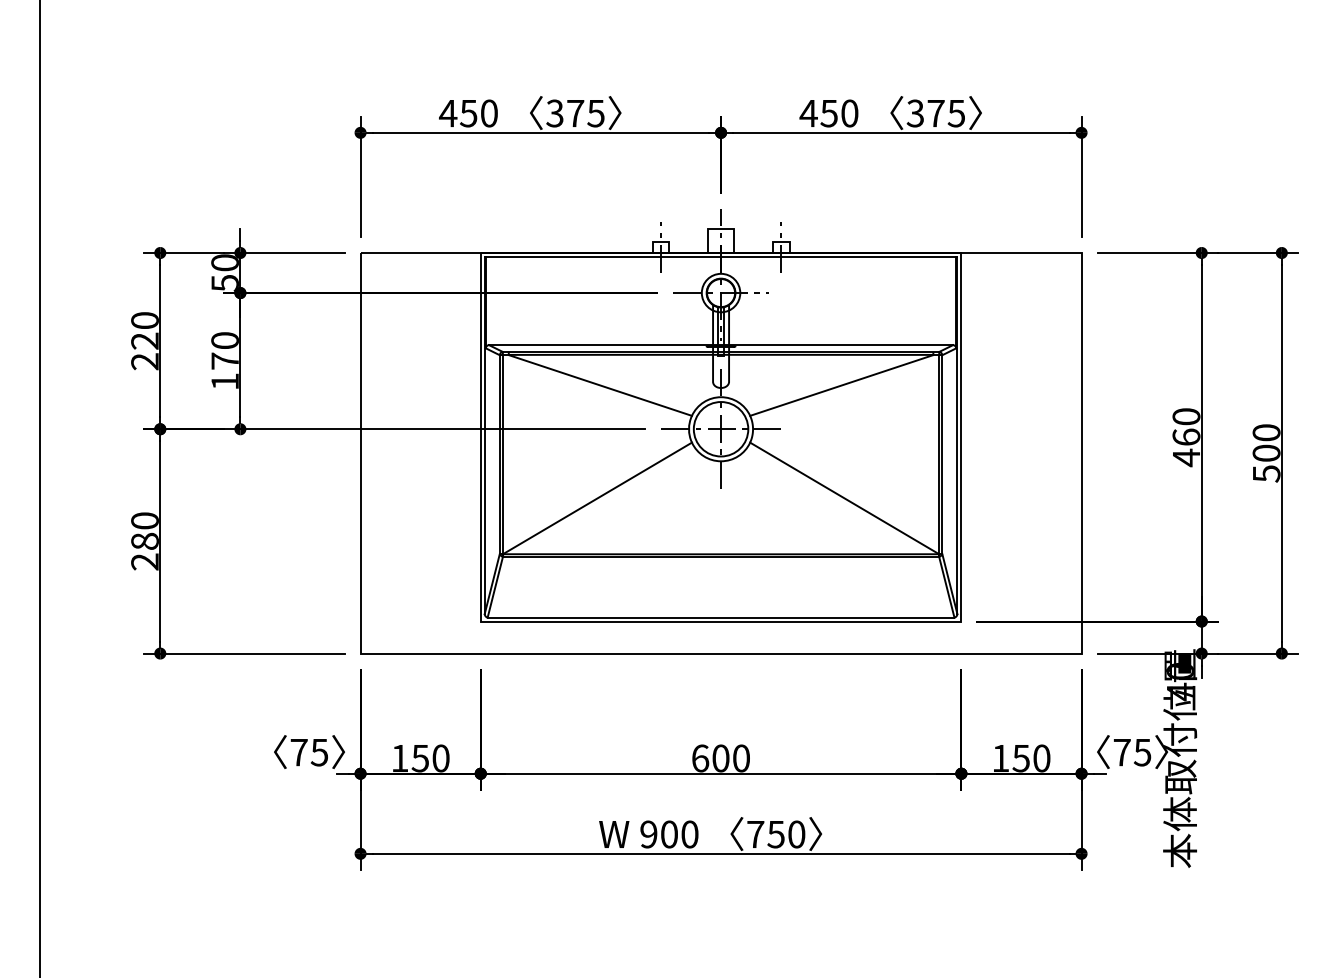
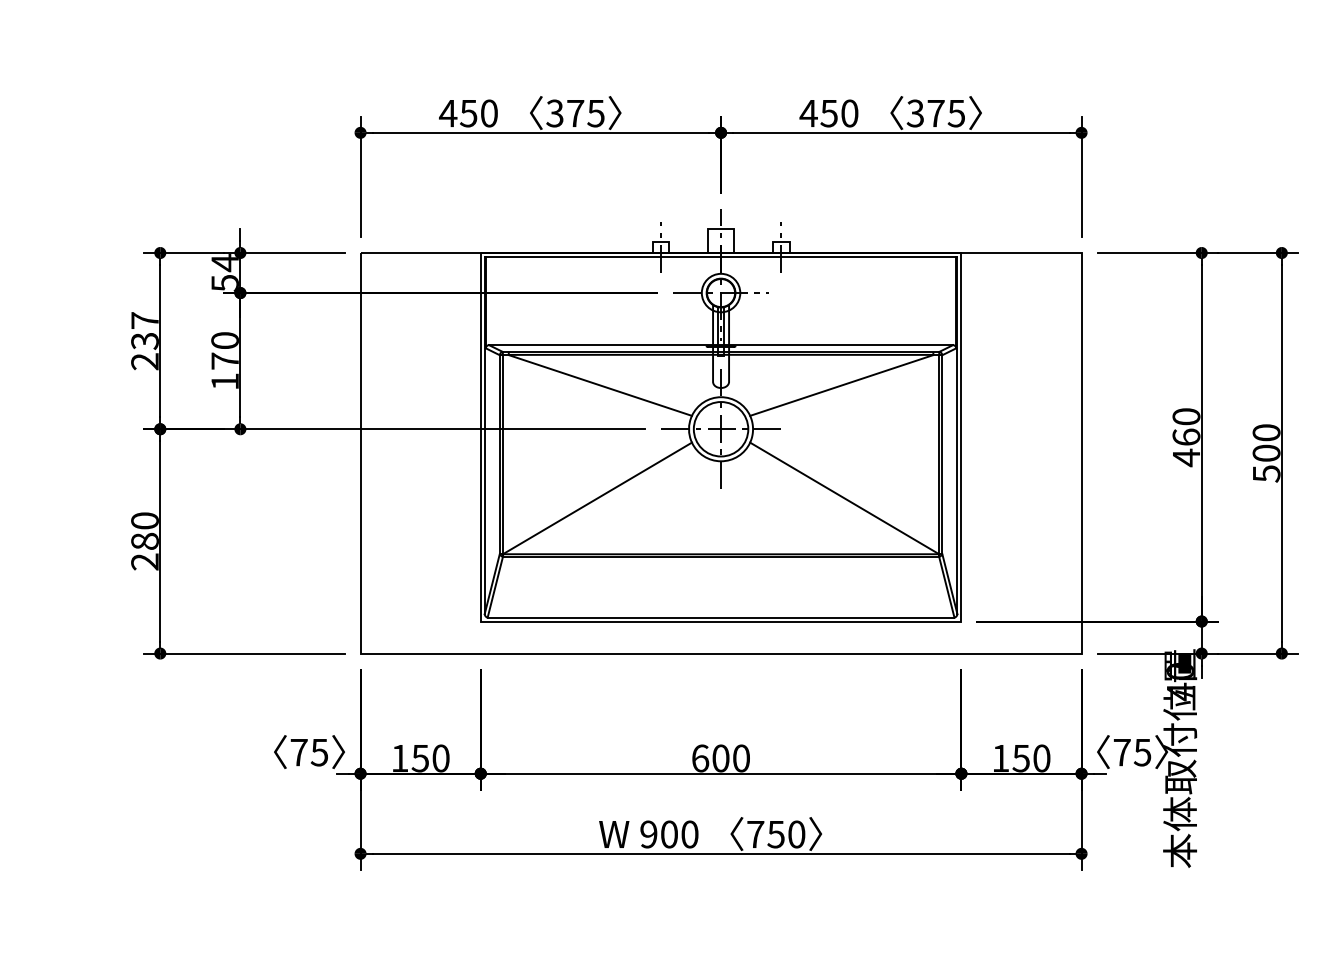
text at (224, 263): 50 -> 54
text at (144, 331): 220 -> 237
line at (40, 488): present -> none
